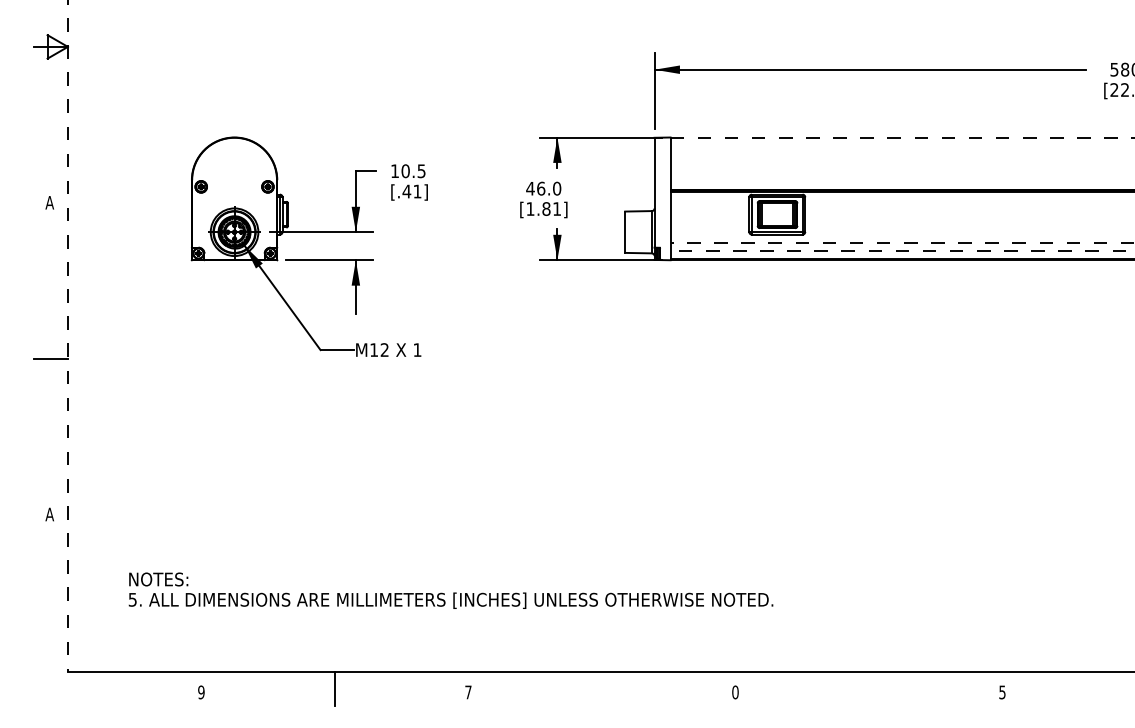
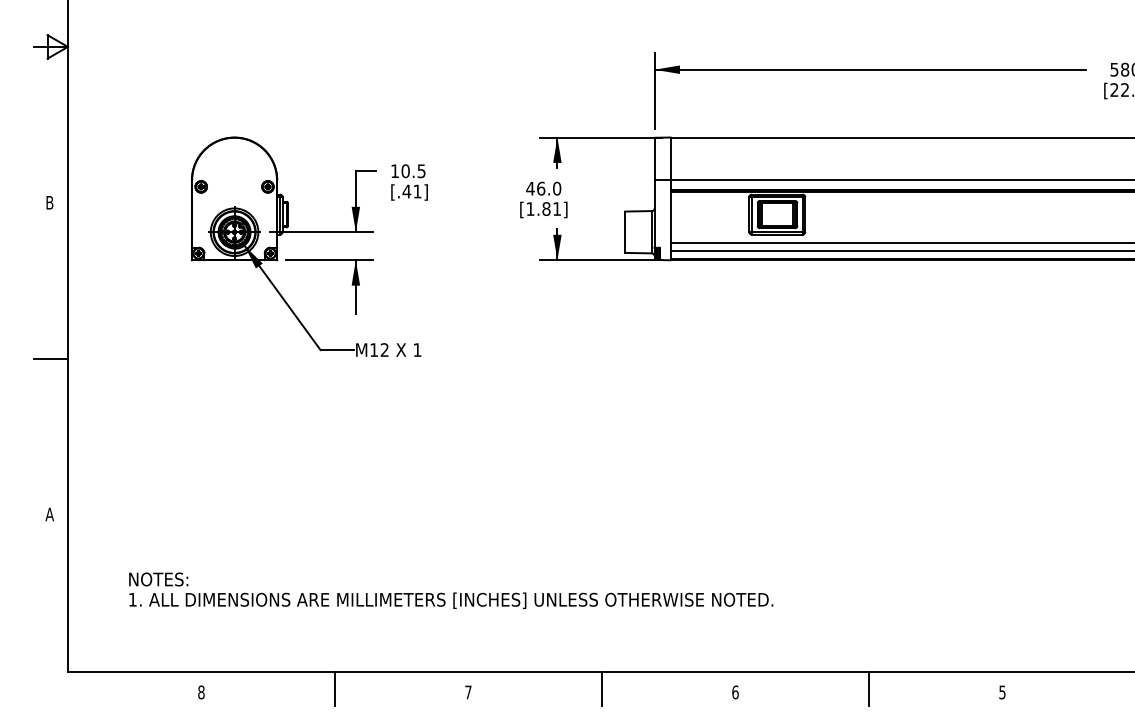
line at (903, 137): dashed -> solid
line at (892, 180): none -> present
text at (49, 202): A -> B
line at (902, 243): dashed -> solid
line at (902, 250): dashed -> solid
line at (67, 336): dashed -> solid
text at (132, 599): 5. -> 1.
line at (601, 689): none -> present
line at (869, 689): none -> present
text at (201, 692): 9 -> 8
text at (735, 692): 0 -> 6
